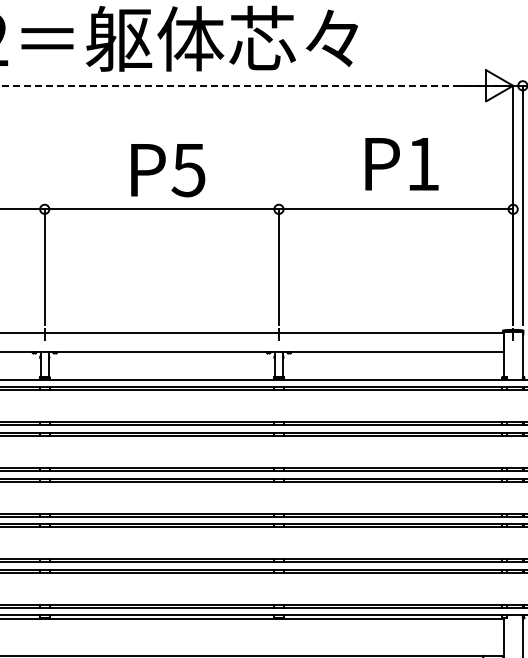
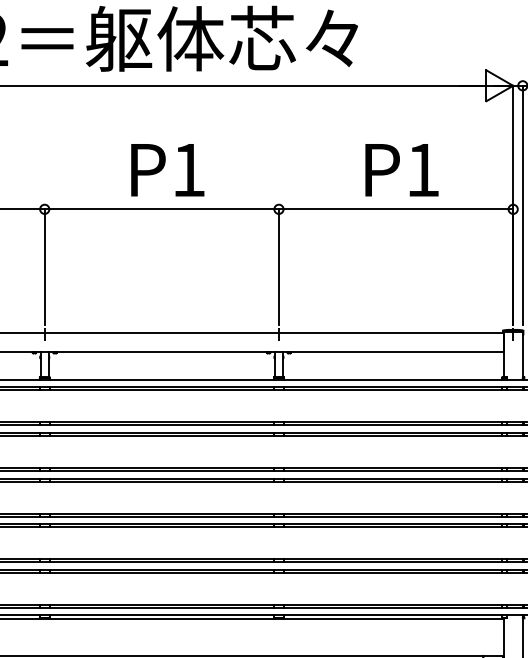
line at (241, 85): dashed -> solid
text at (401, 164) position: (401, 164) -> (401, 170)
text at (188, 170): P5 -> P1
